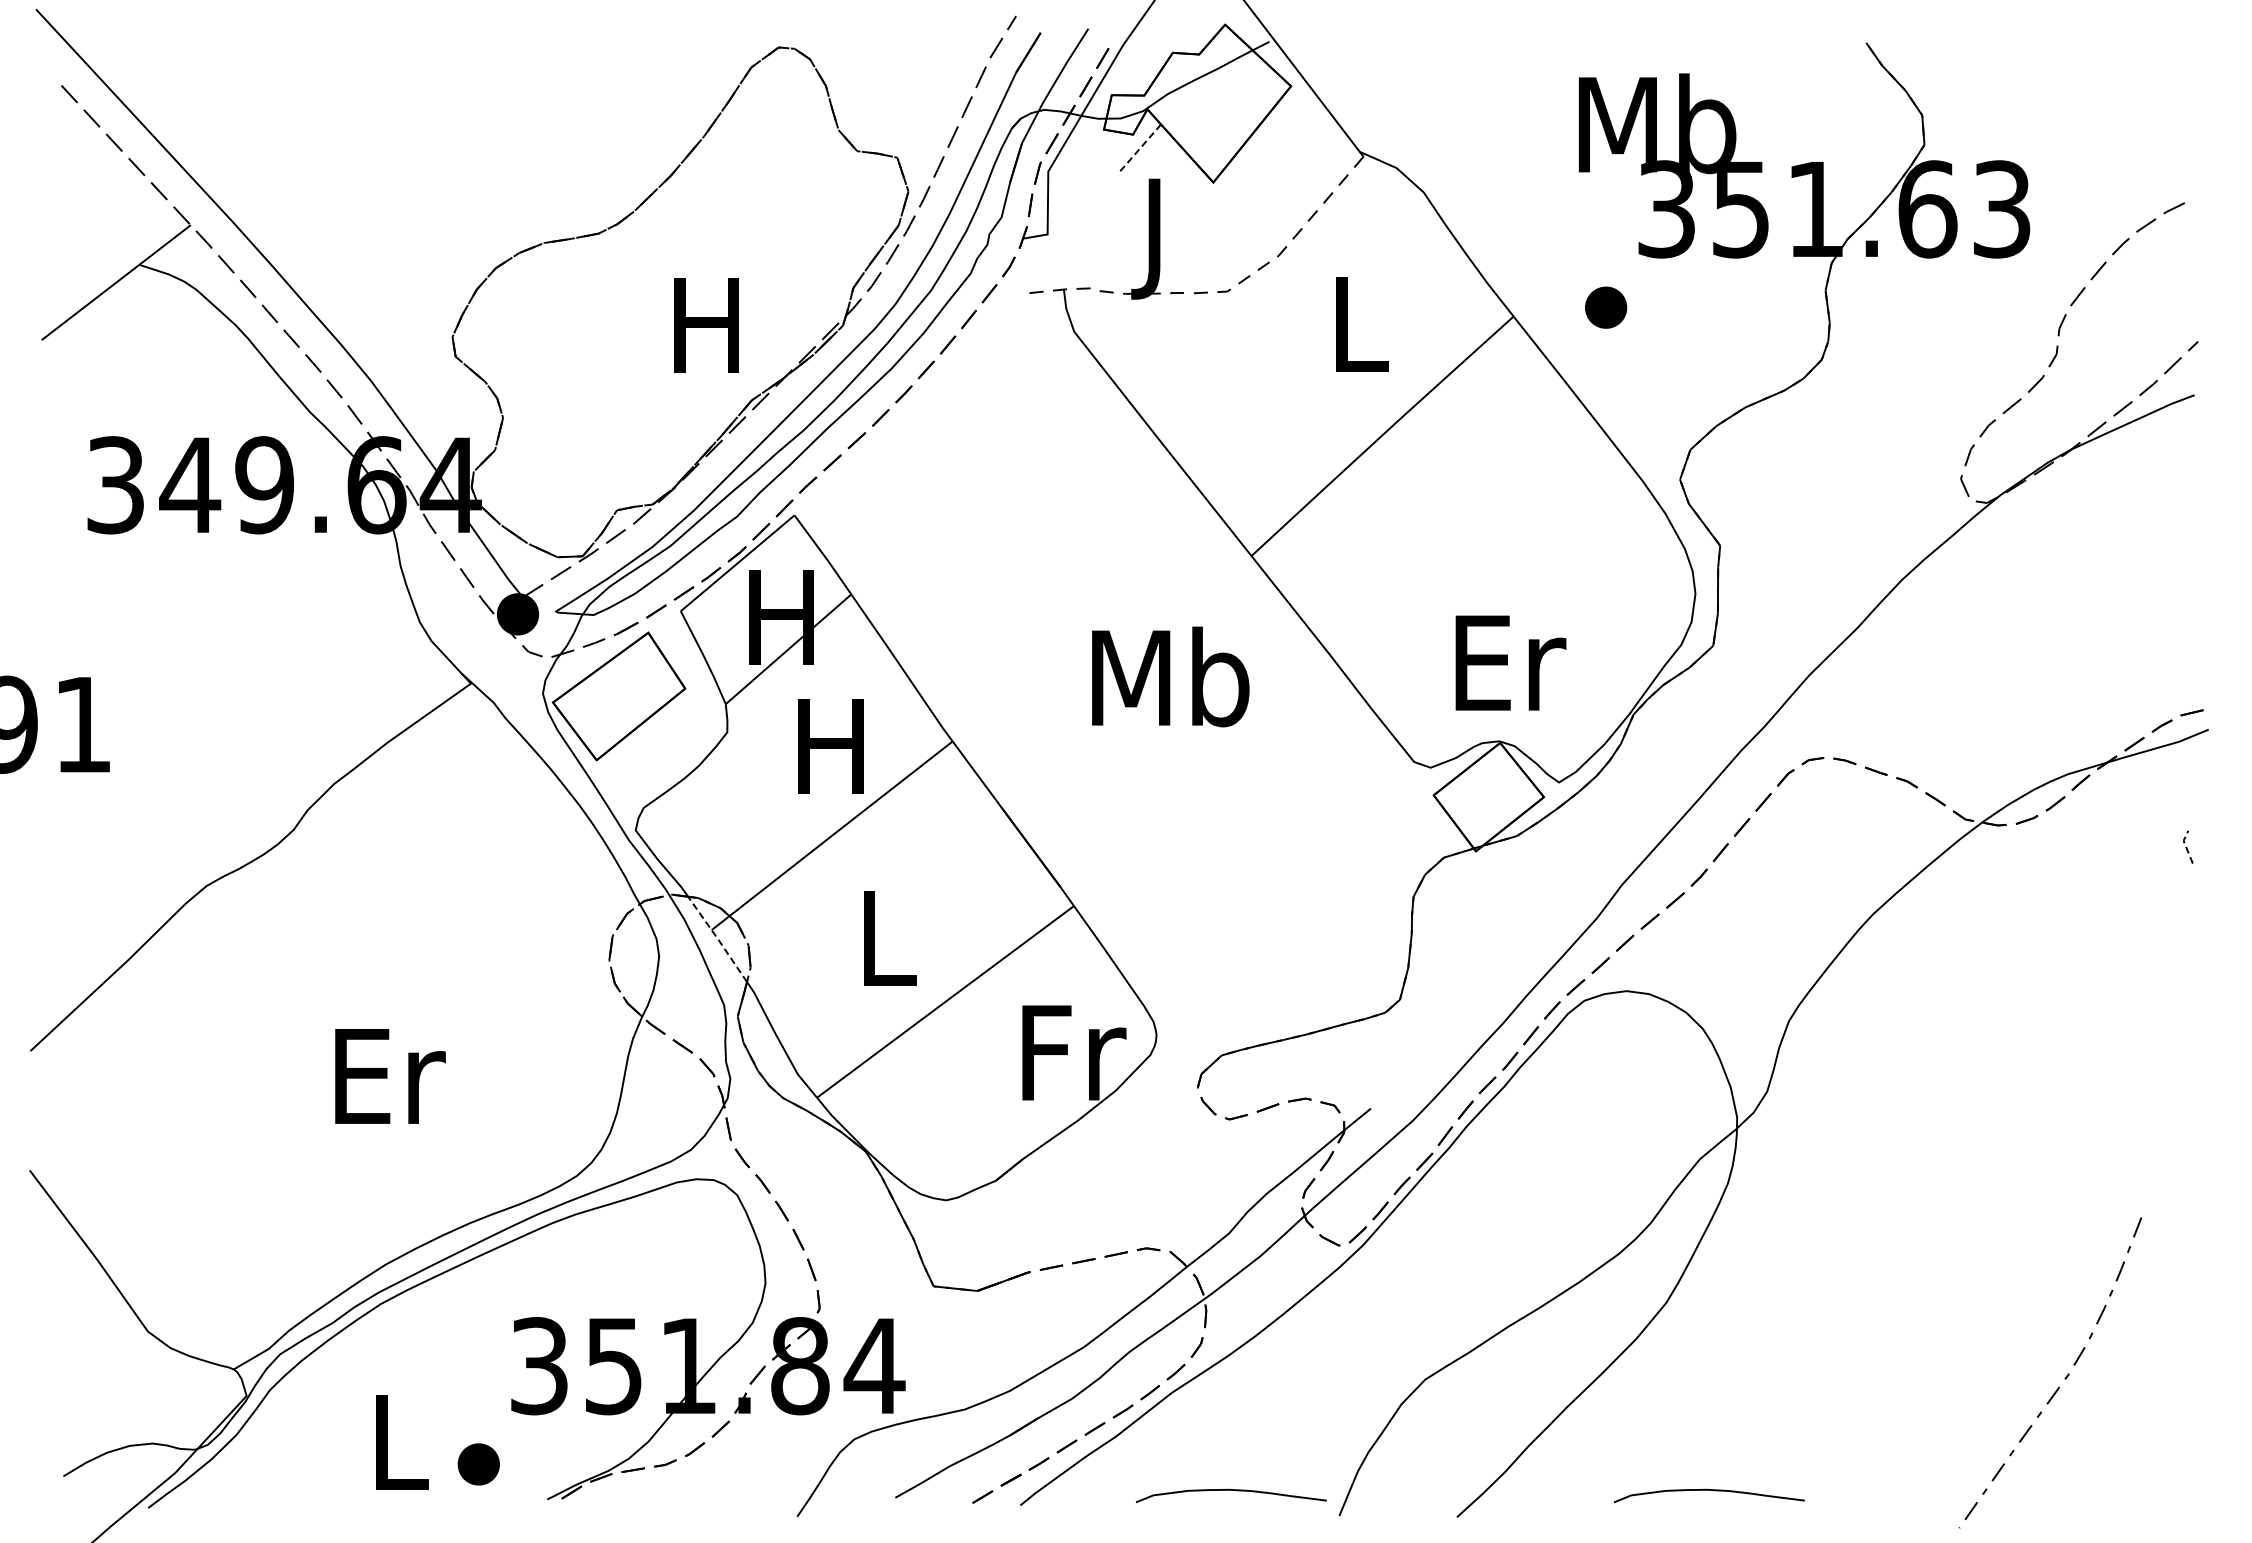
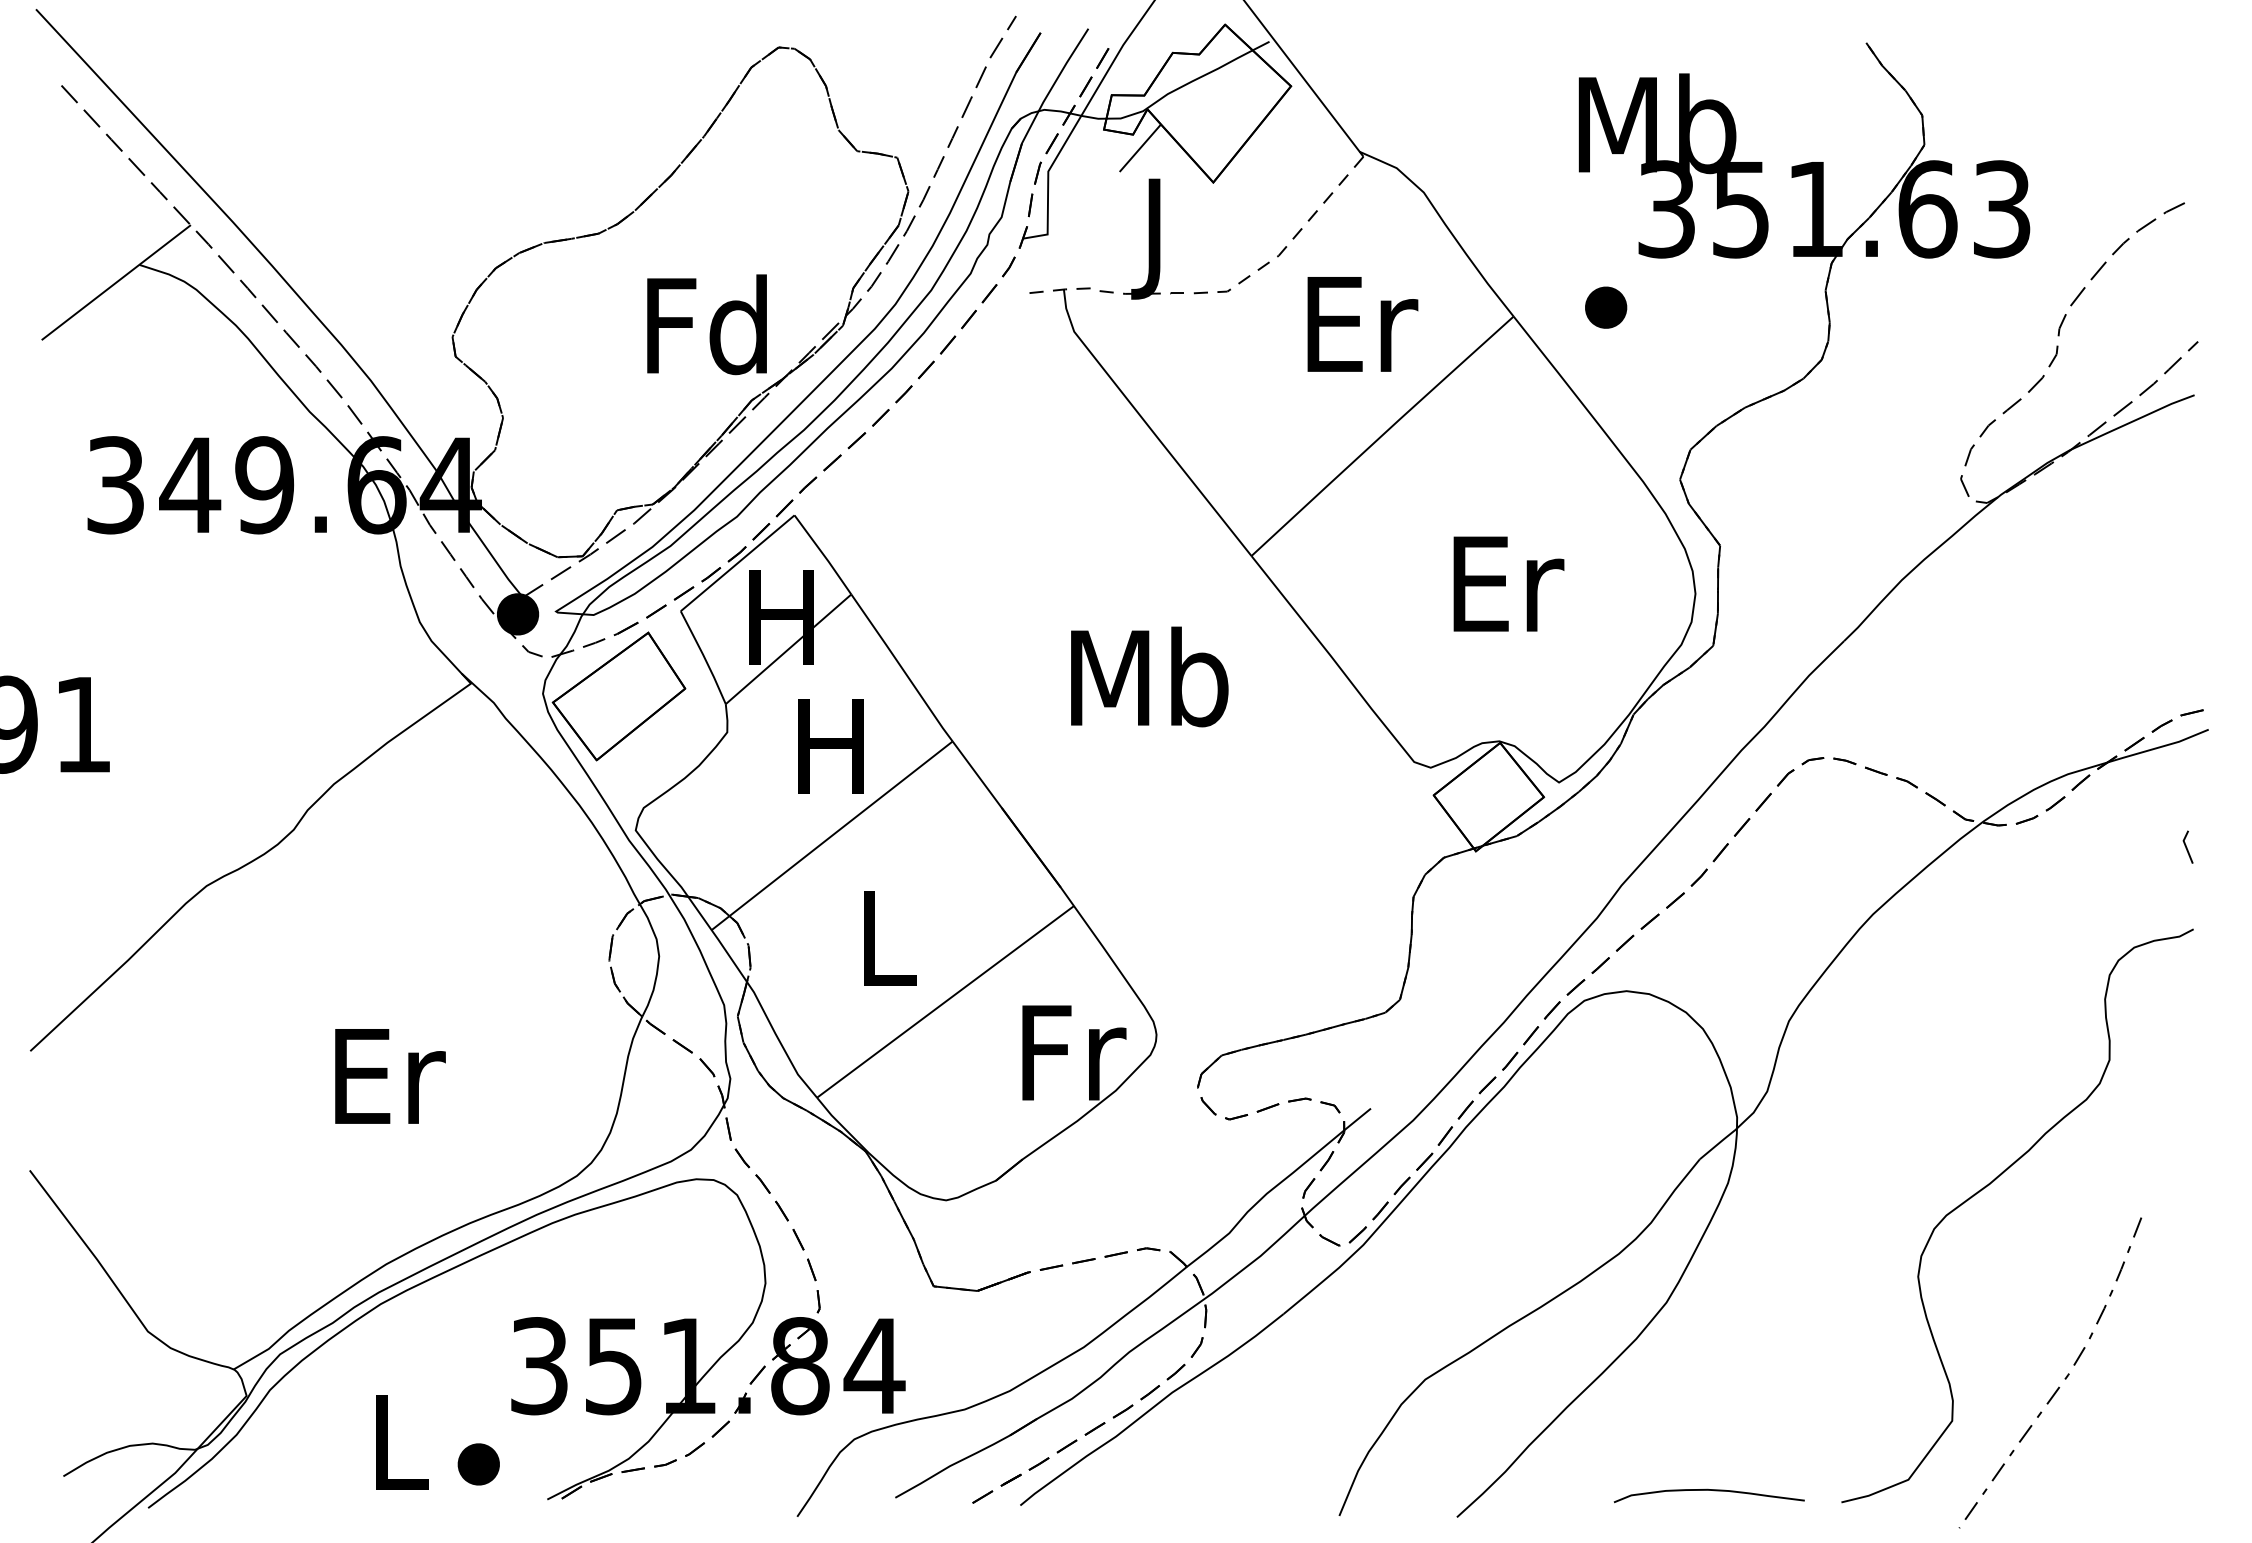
line at (1140, 148): dashed -> solid
text at (706, 324): H -> Fd
text at (1362, 324): L -> Er
text at (1510, 662) position: (1510, 662) -> (1508, 583)
text at (1170, 676) position: (1170, 676) -> (1149, 676)
line at (2185, 846): dashed -> solid
line at (718, 939): dashed -> solid
curve at (1989, 1185): none -> present
curve at (1230, 1490): present -> none
